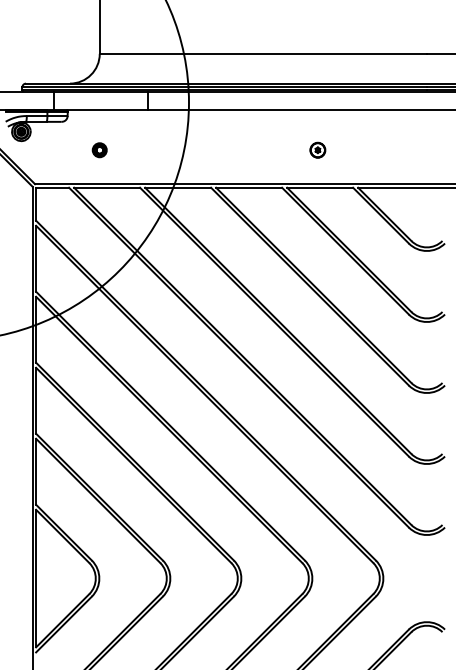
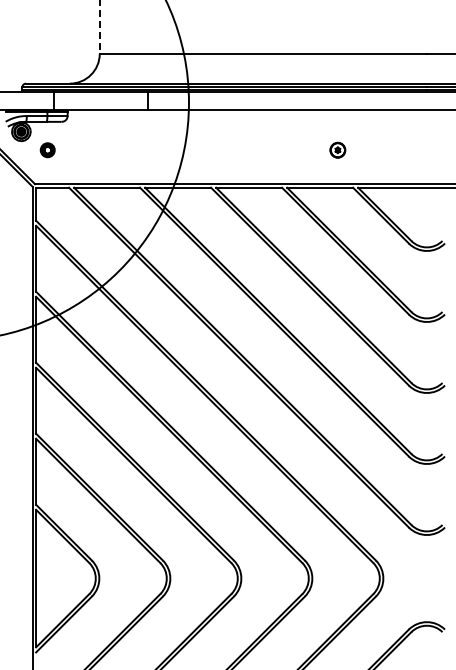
line at (99, 26): solid -> dashed
part at (317, 149) position: (317, 149) -> (337, 149)
part at (99, 150) position: (99, 150) -> (47, 150)
